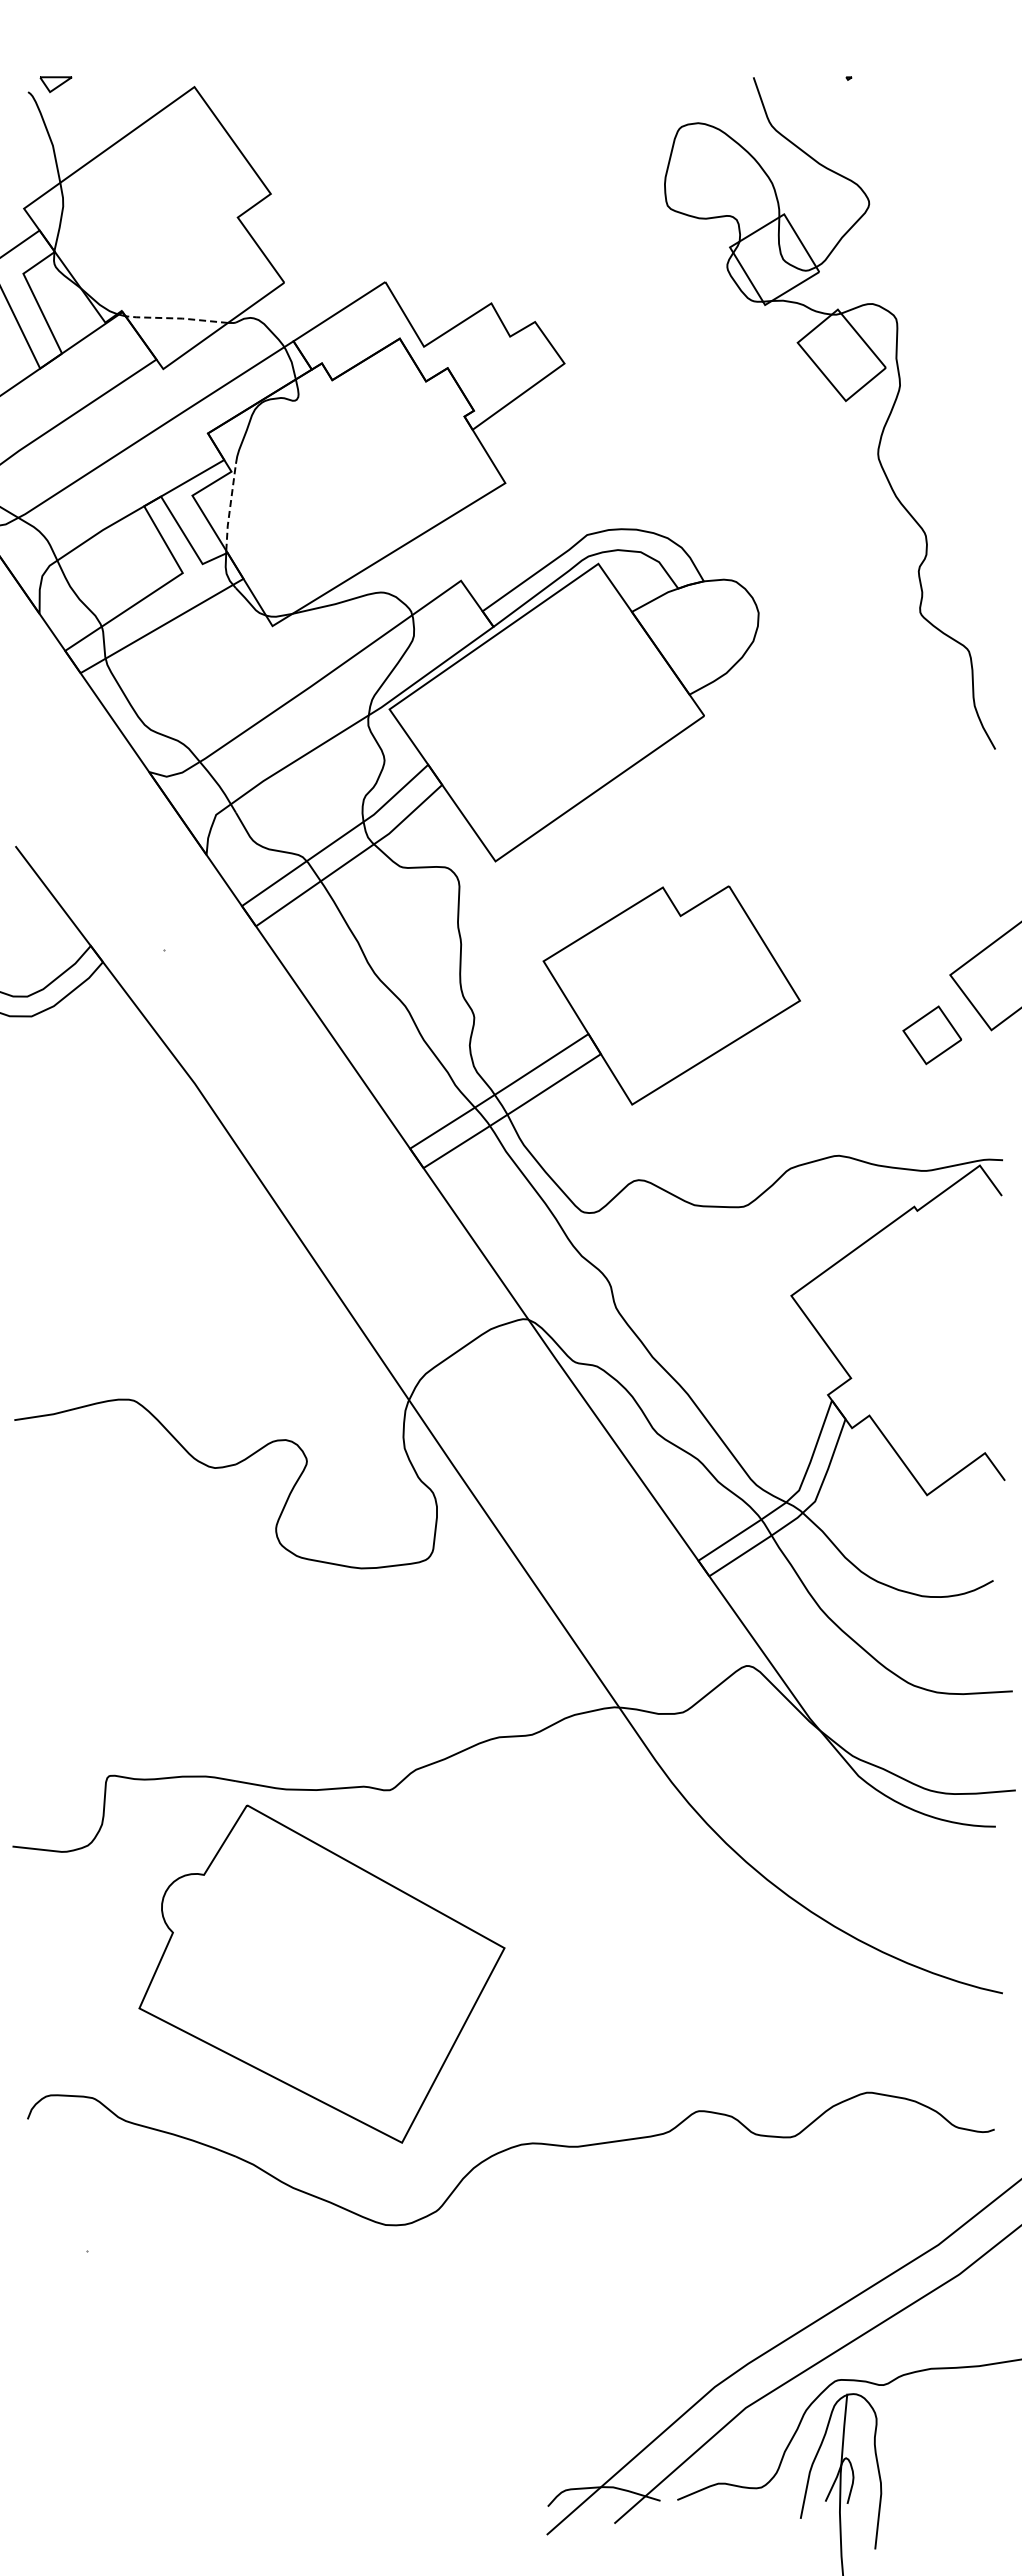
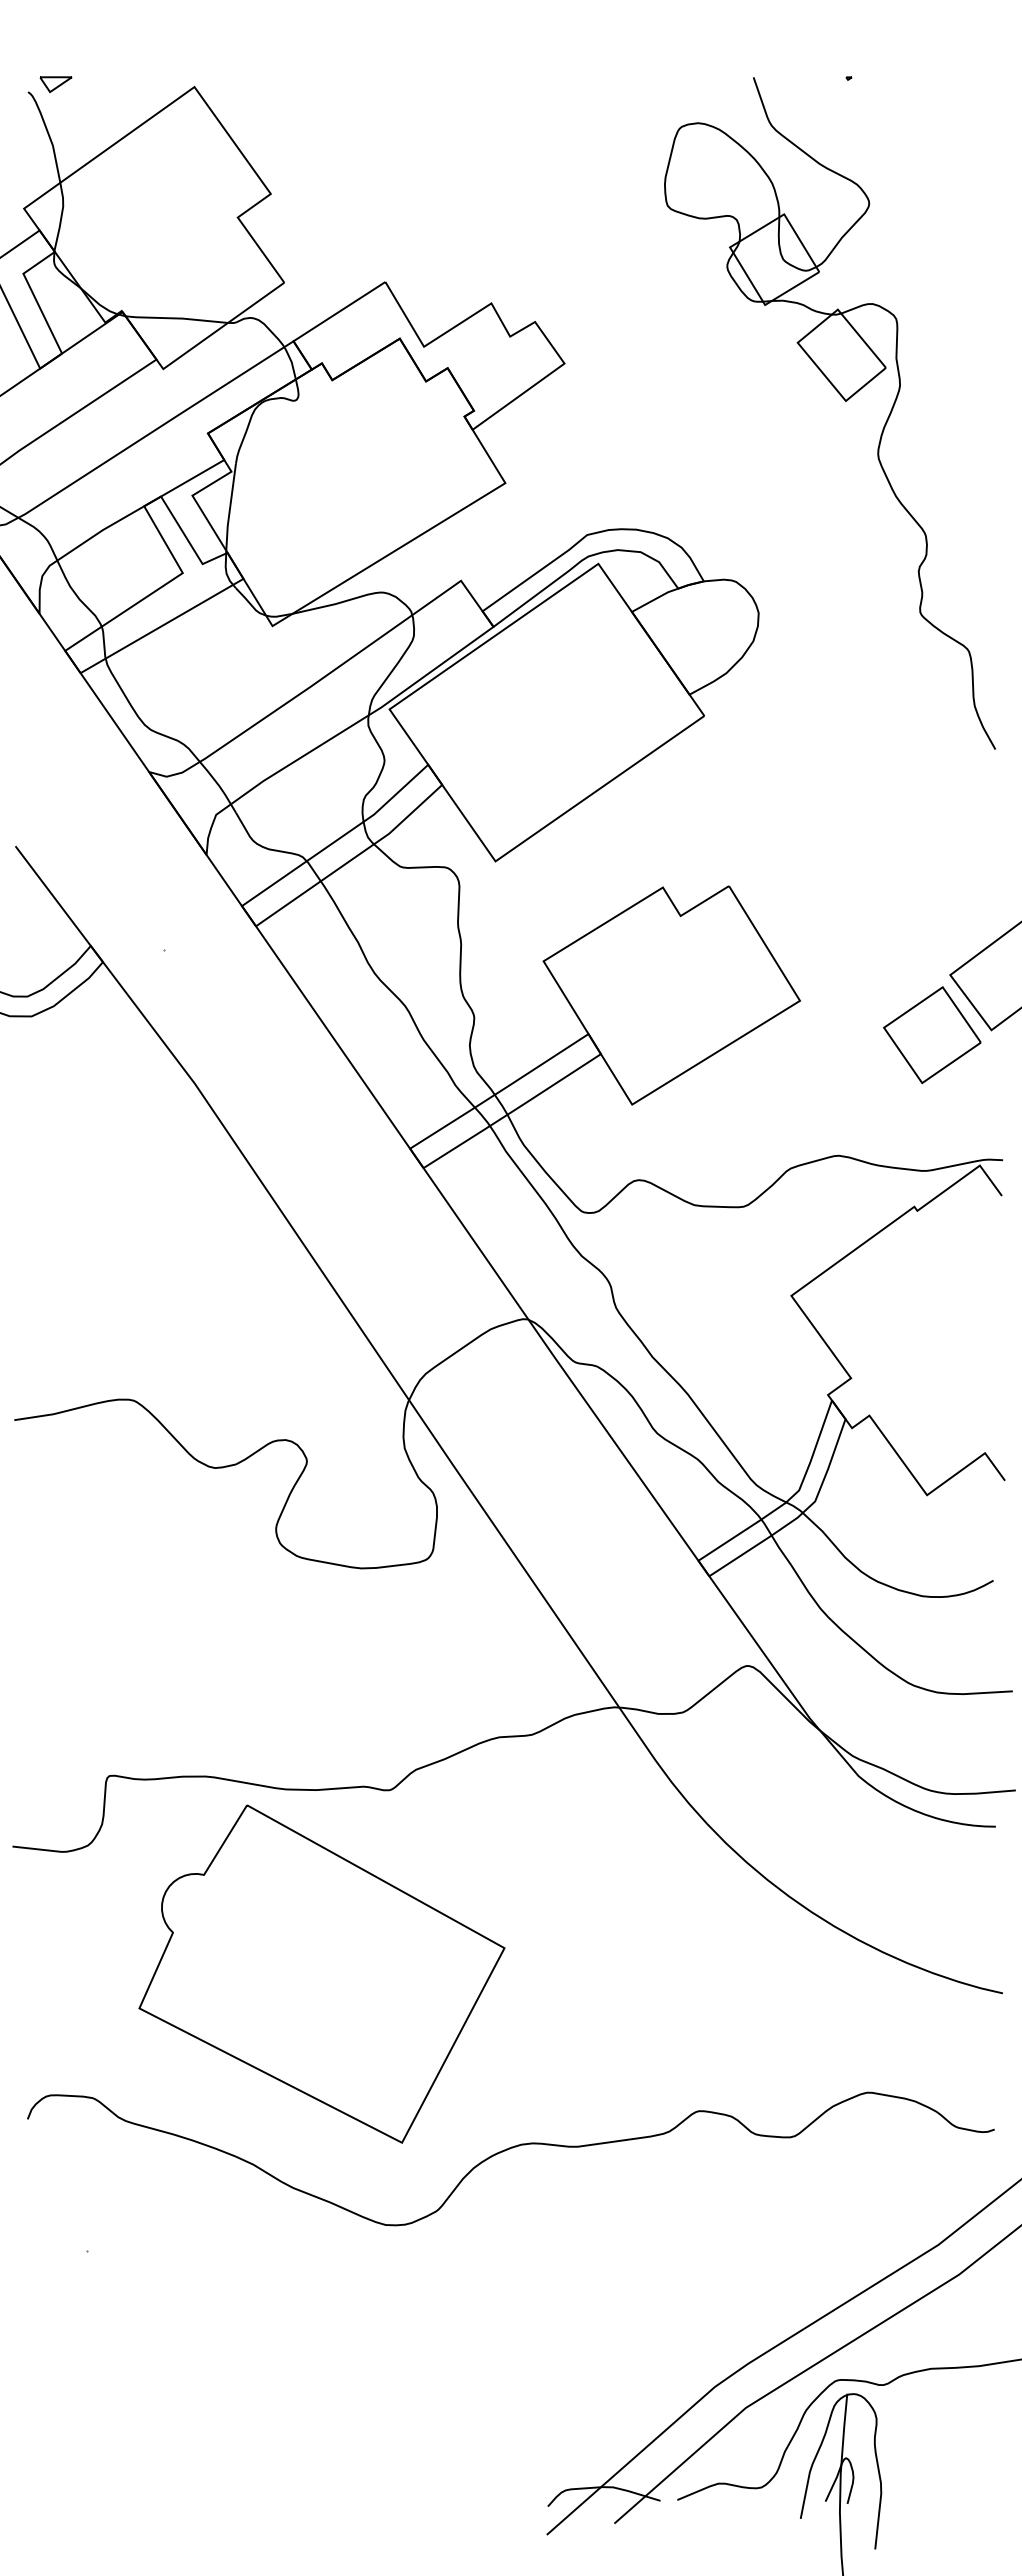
line at (176, 318): dashed -> solid
line at (230, 507): dashed -> solid
part at (931, 1035) size: 60x61 px -> 99x99 px
